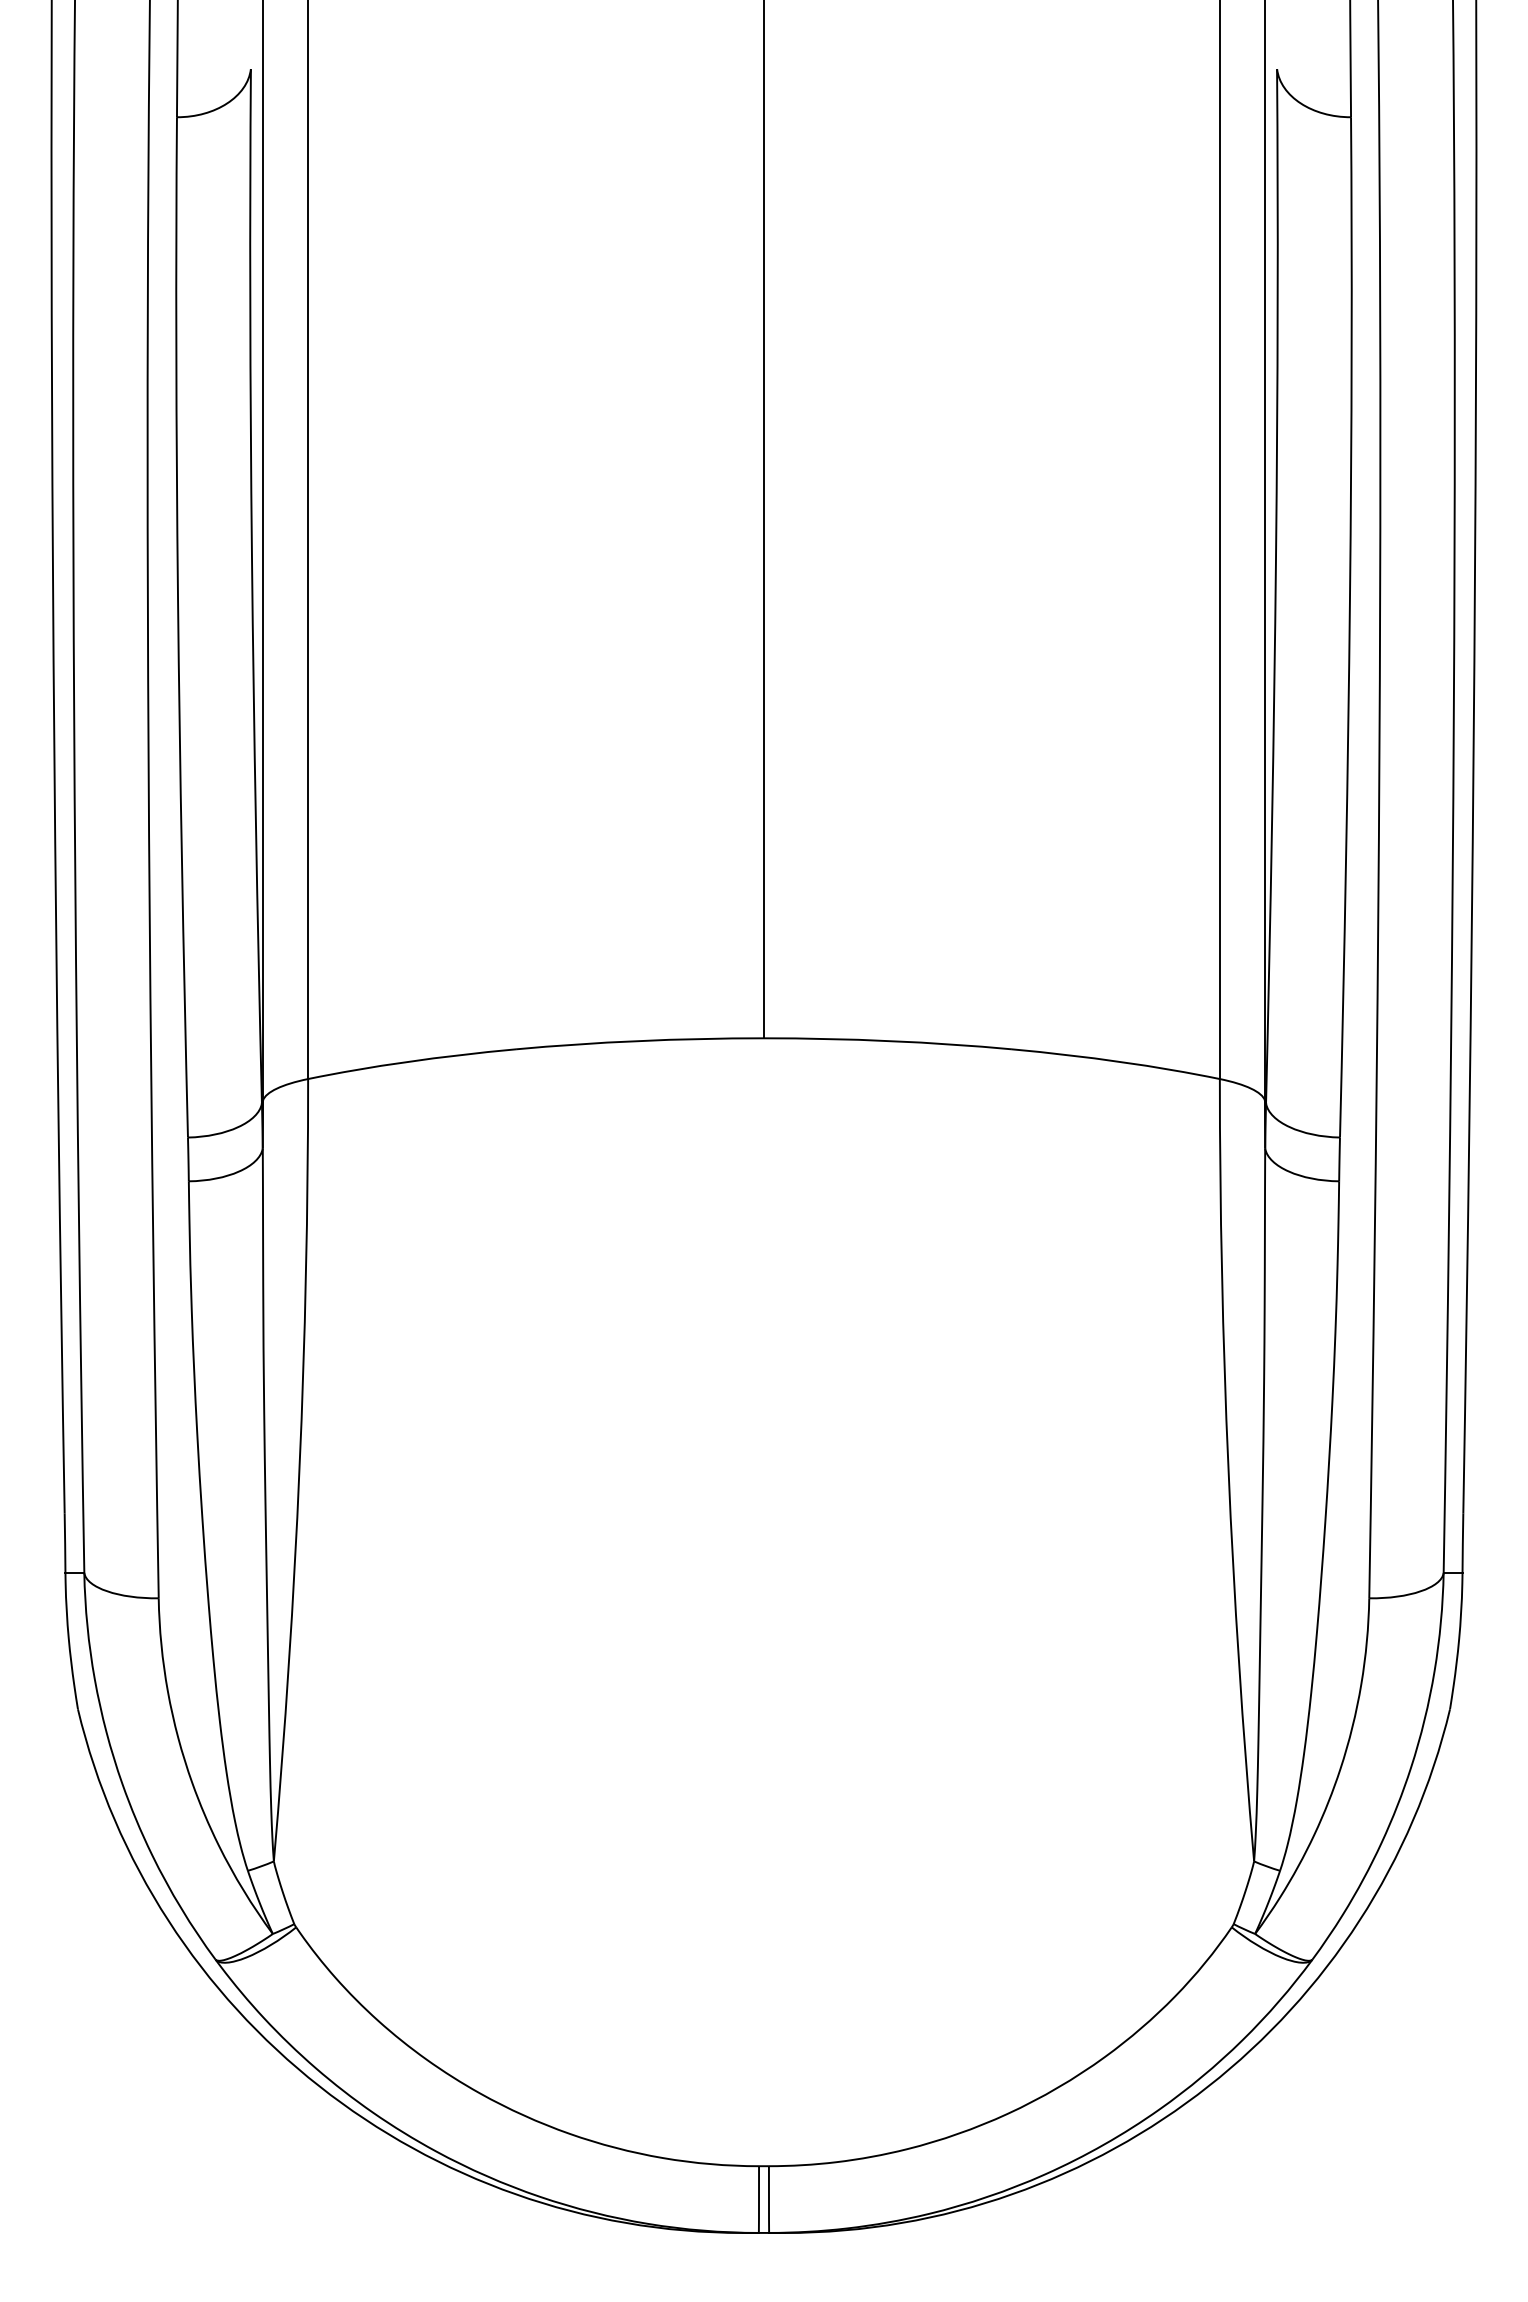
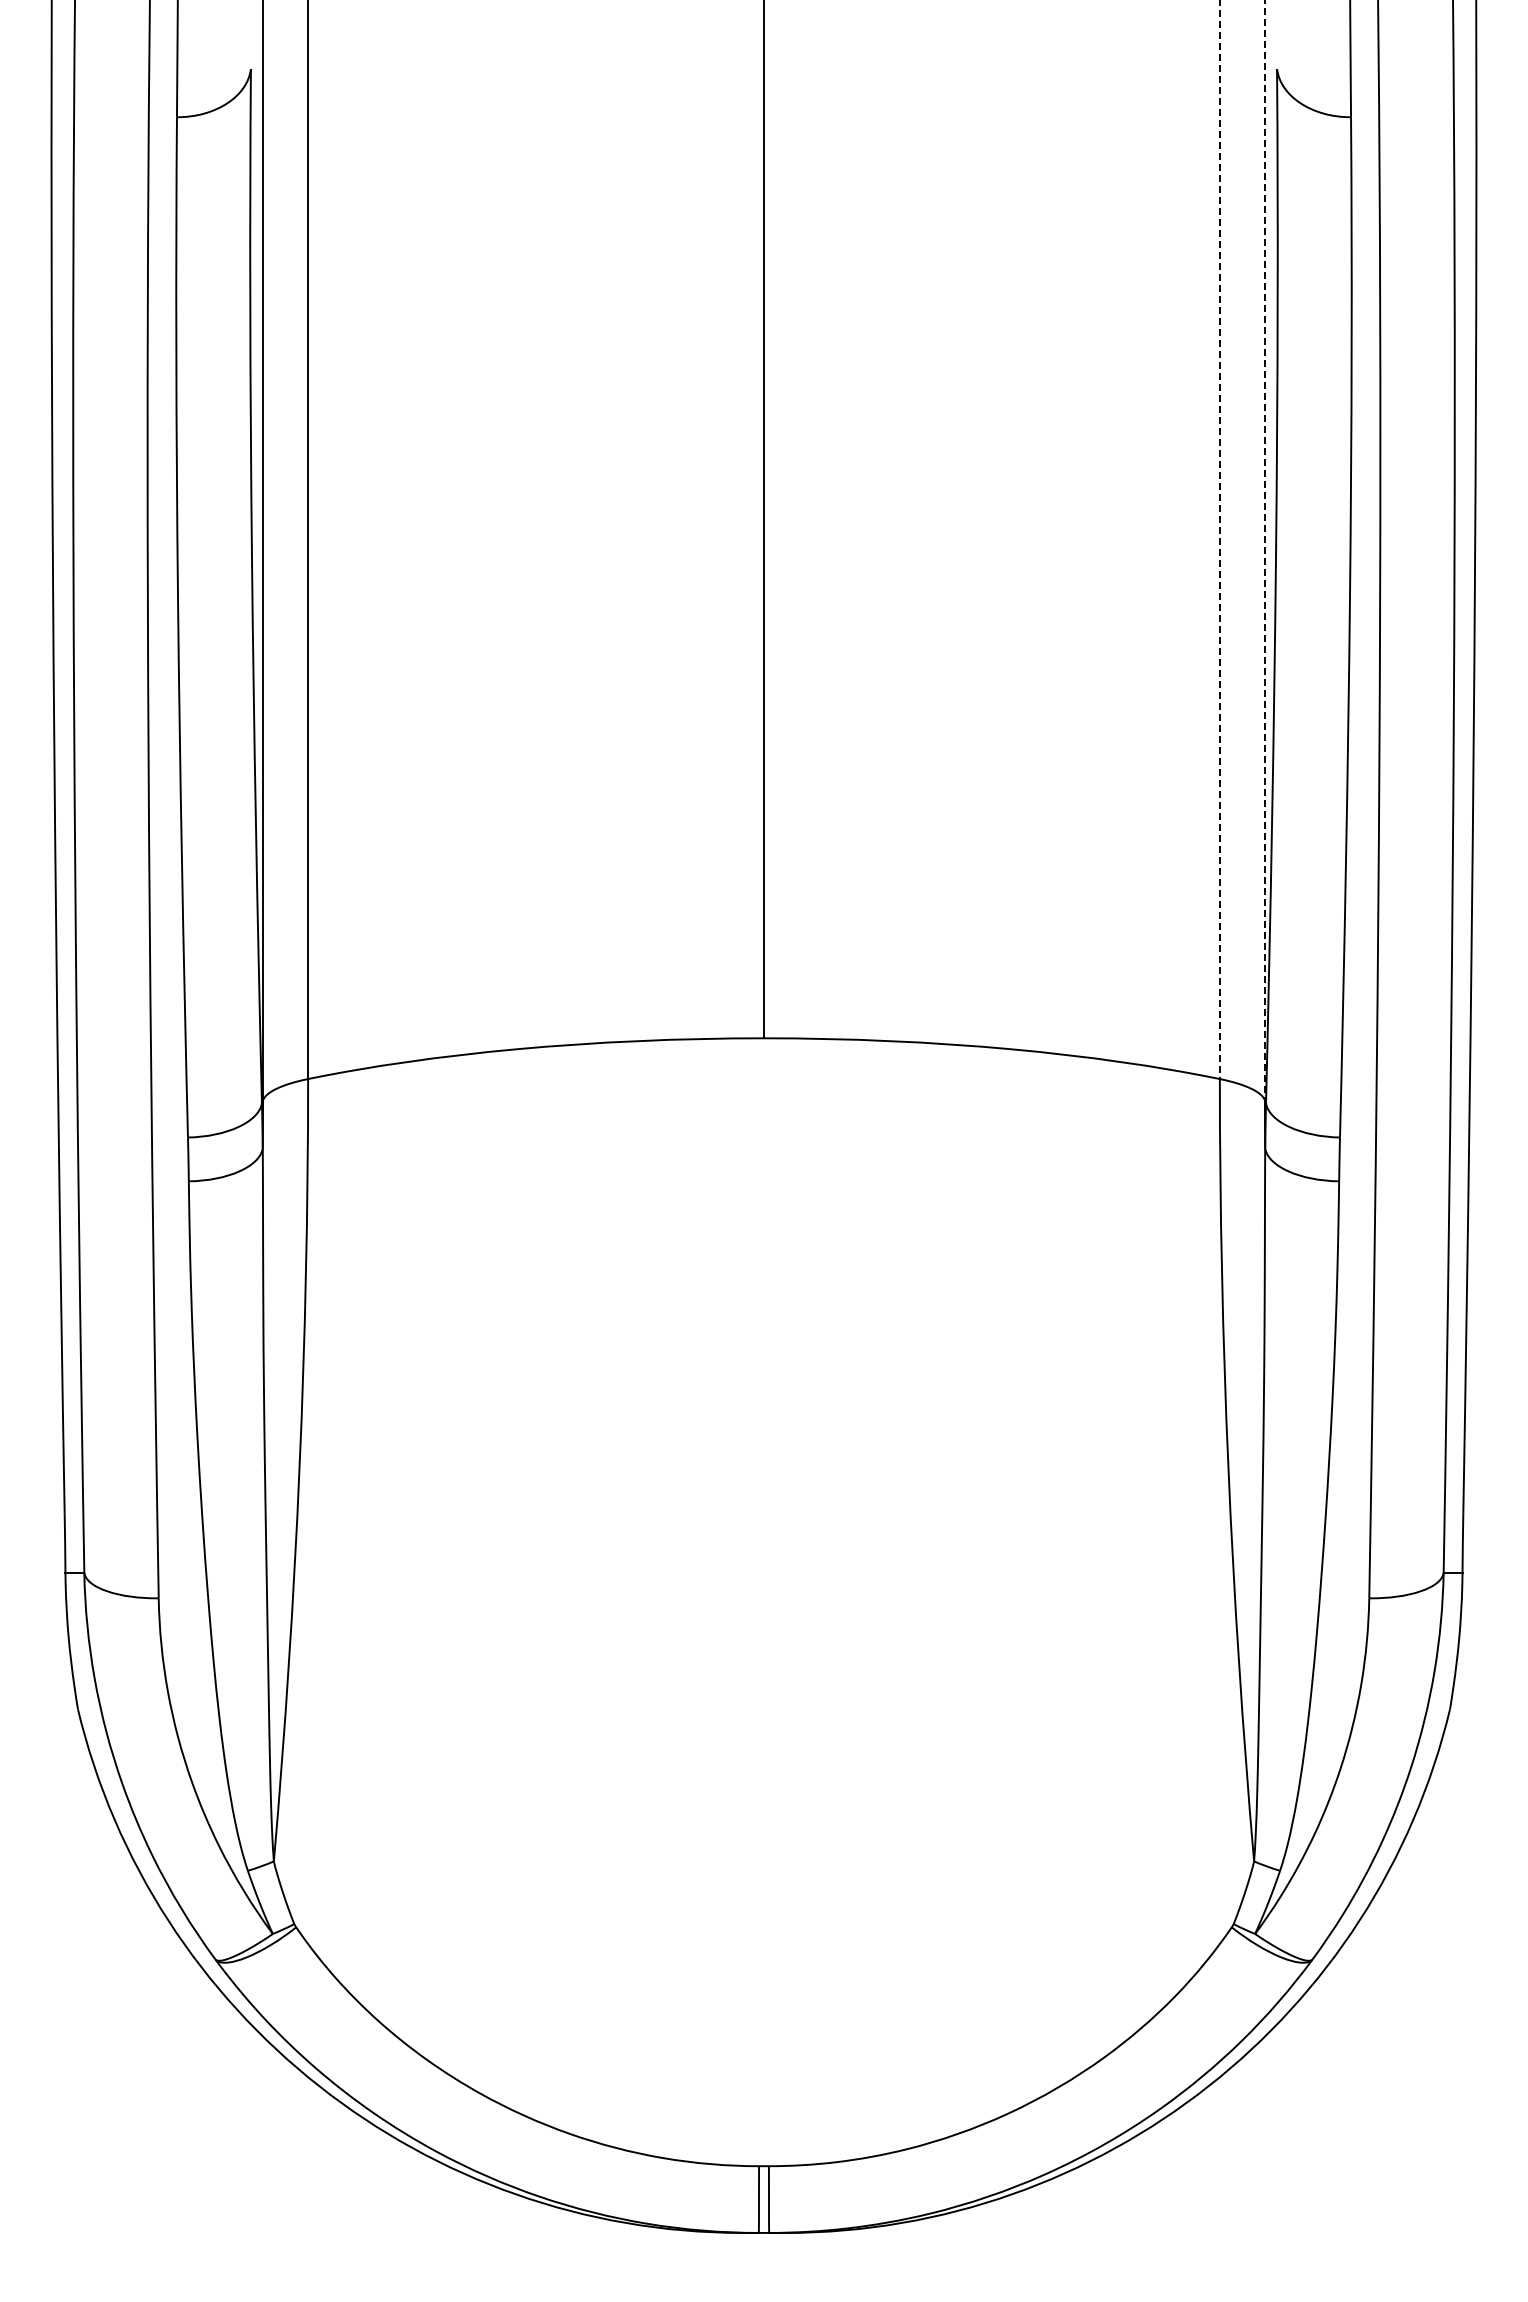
line at (1219, 540): solid -> dashed
line at (1264, 550): solid -> dashed
